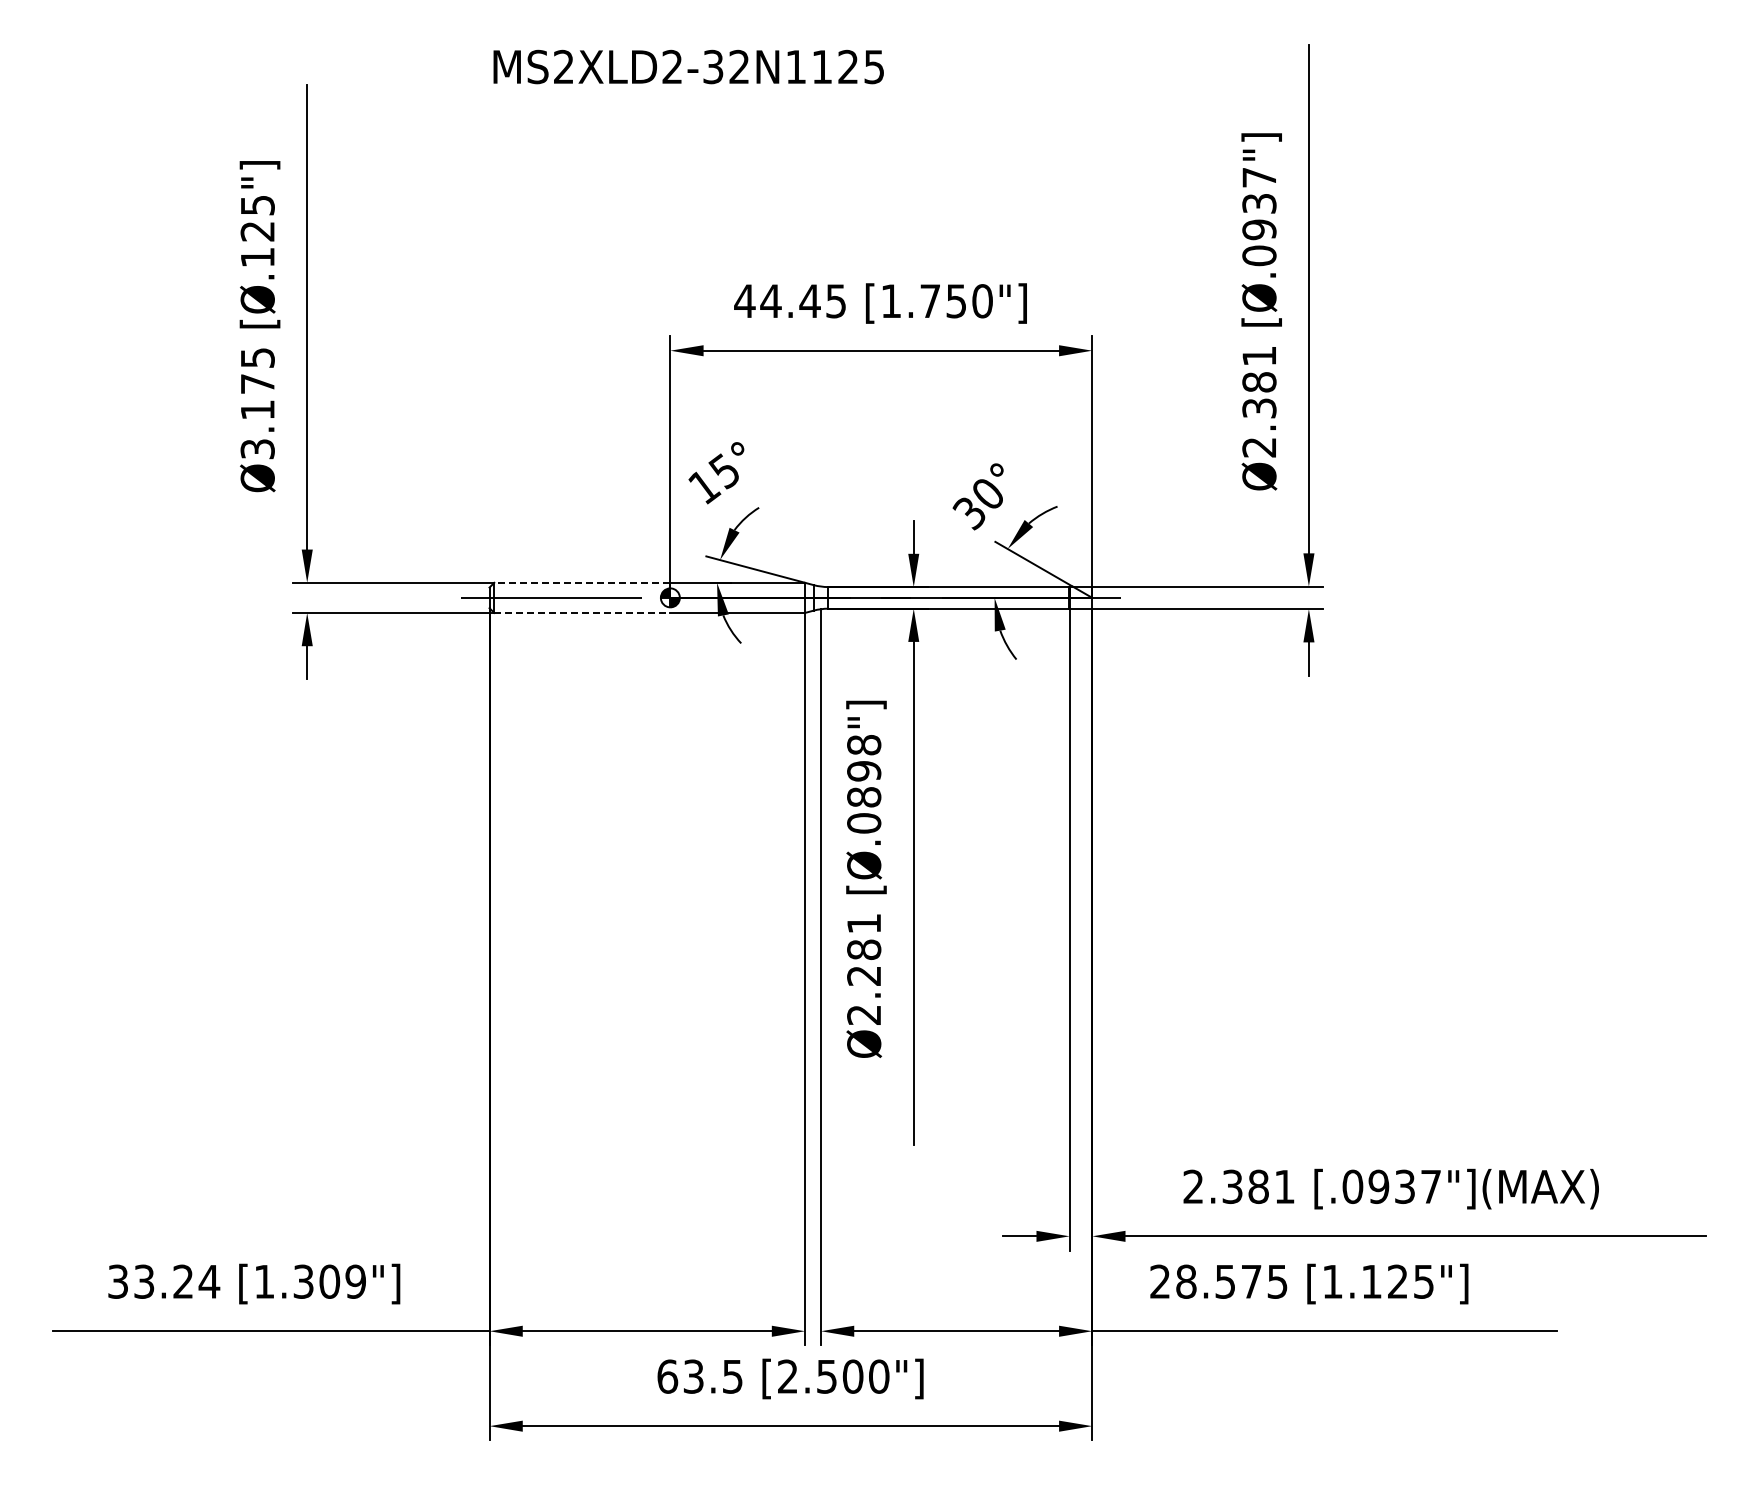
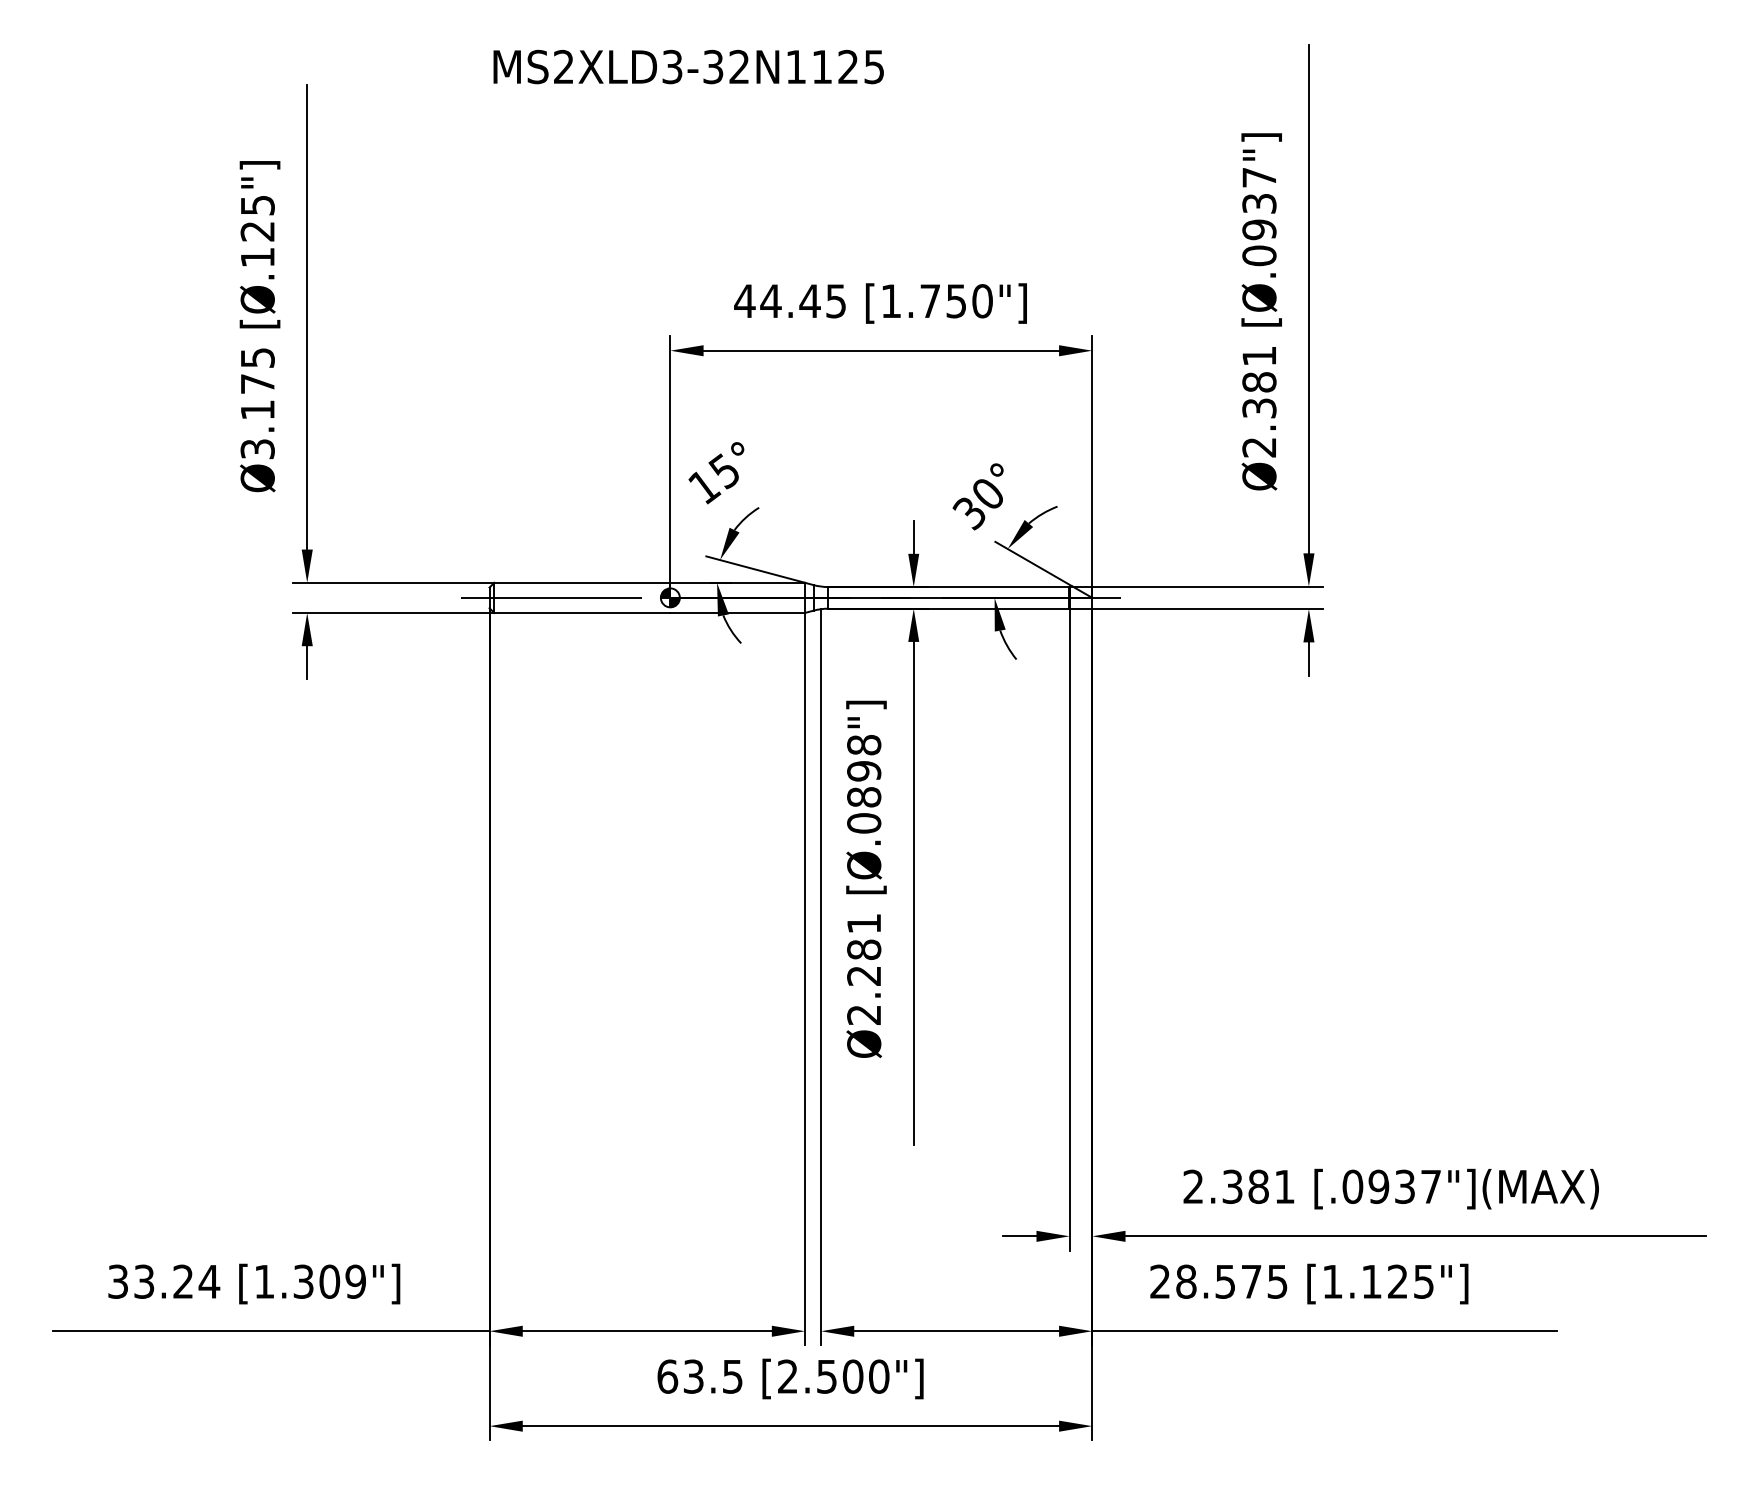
text at (672, 67): MS2XLD2-32N1125 -> MS2XLD3-32N1125
line at (581, 582): dashed -> solid
line at (582, 612): dashed -> solid
